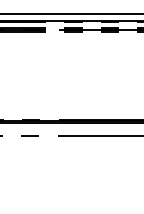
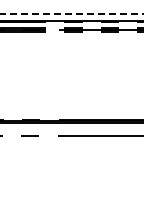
line at (72, 13): solid -> dashed
